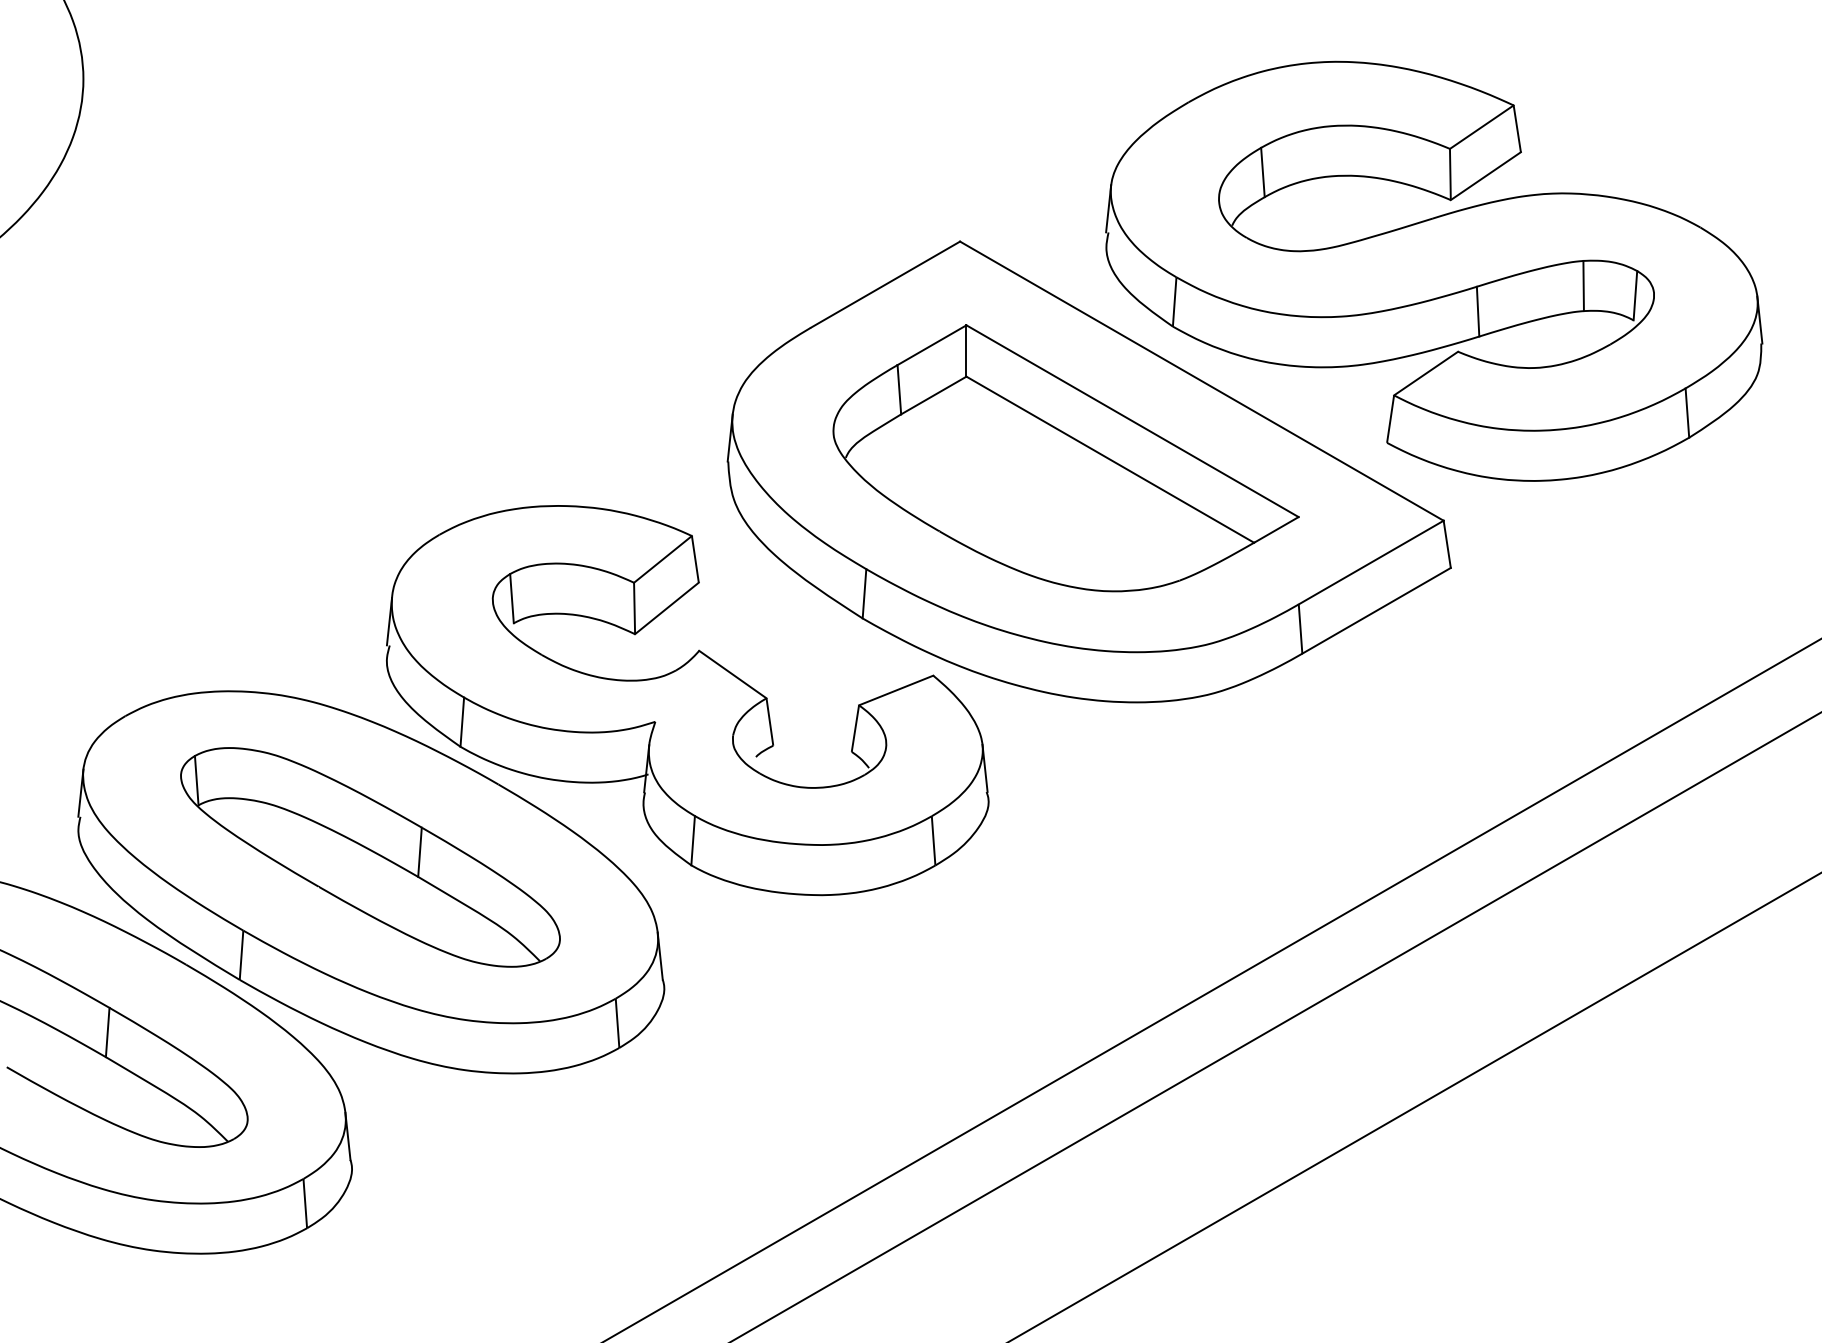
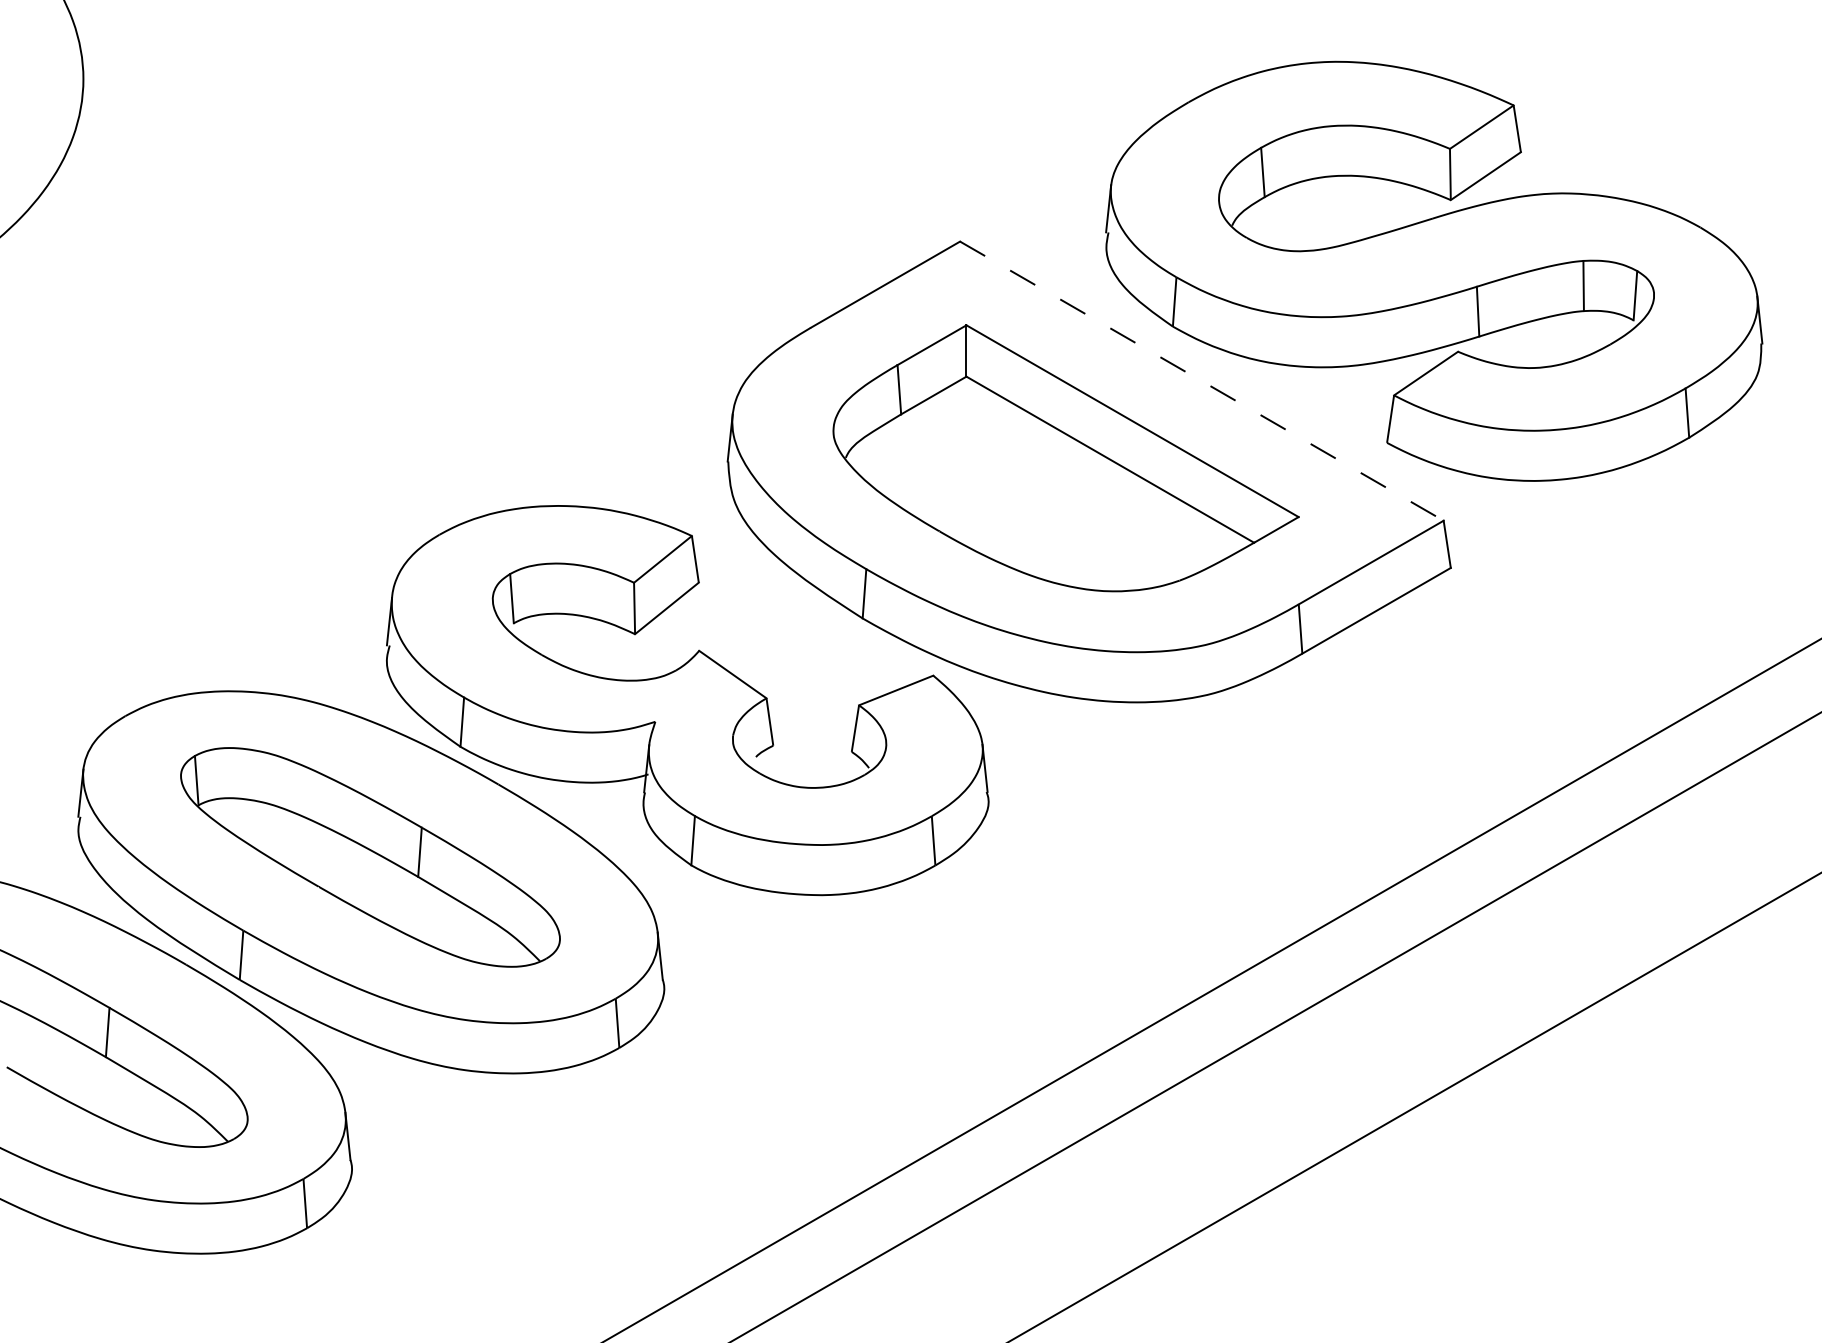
line at (1202, 381): solid -> dashed
